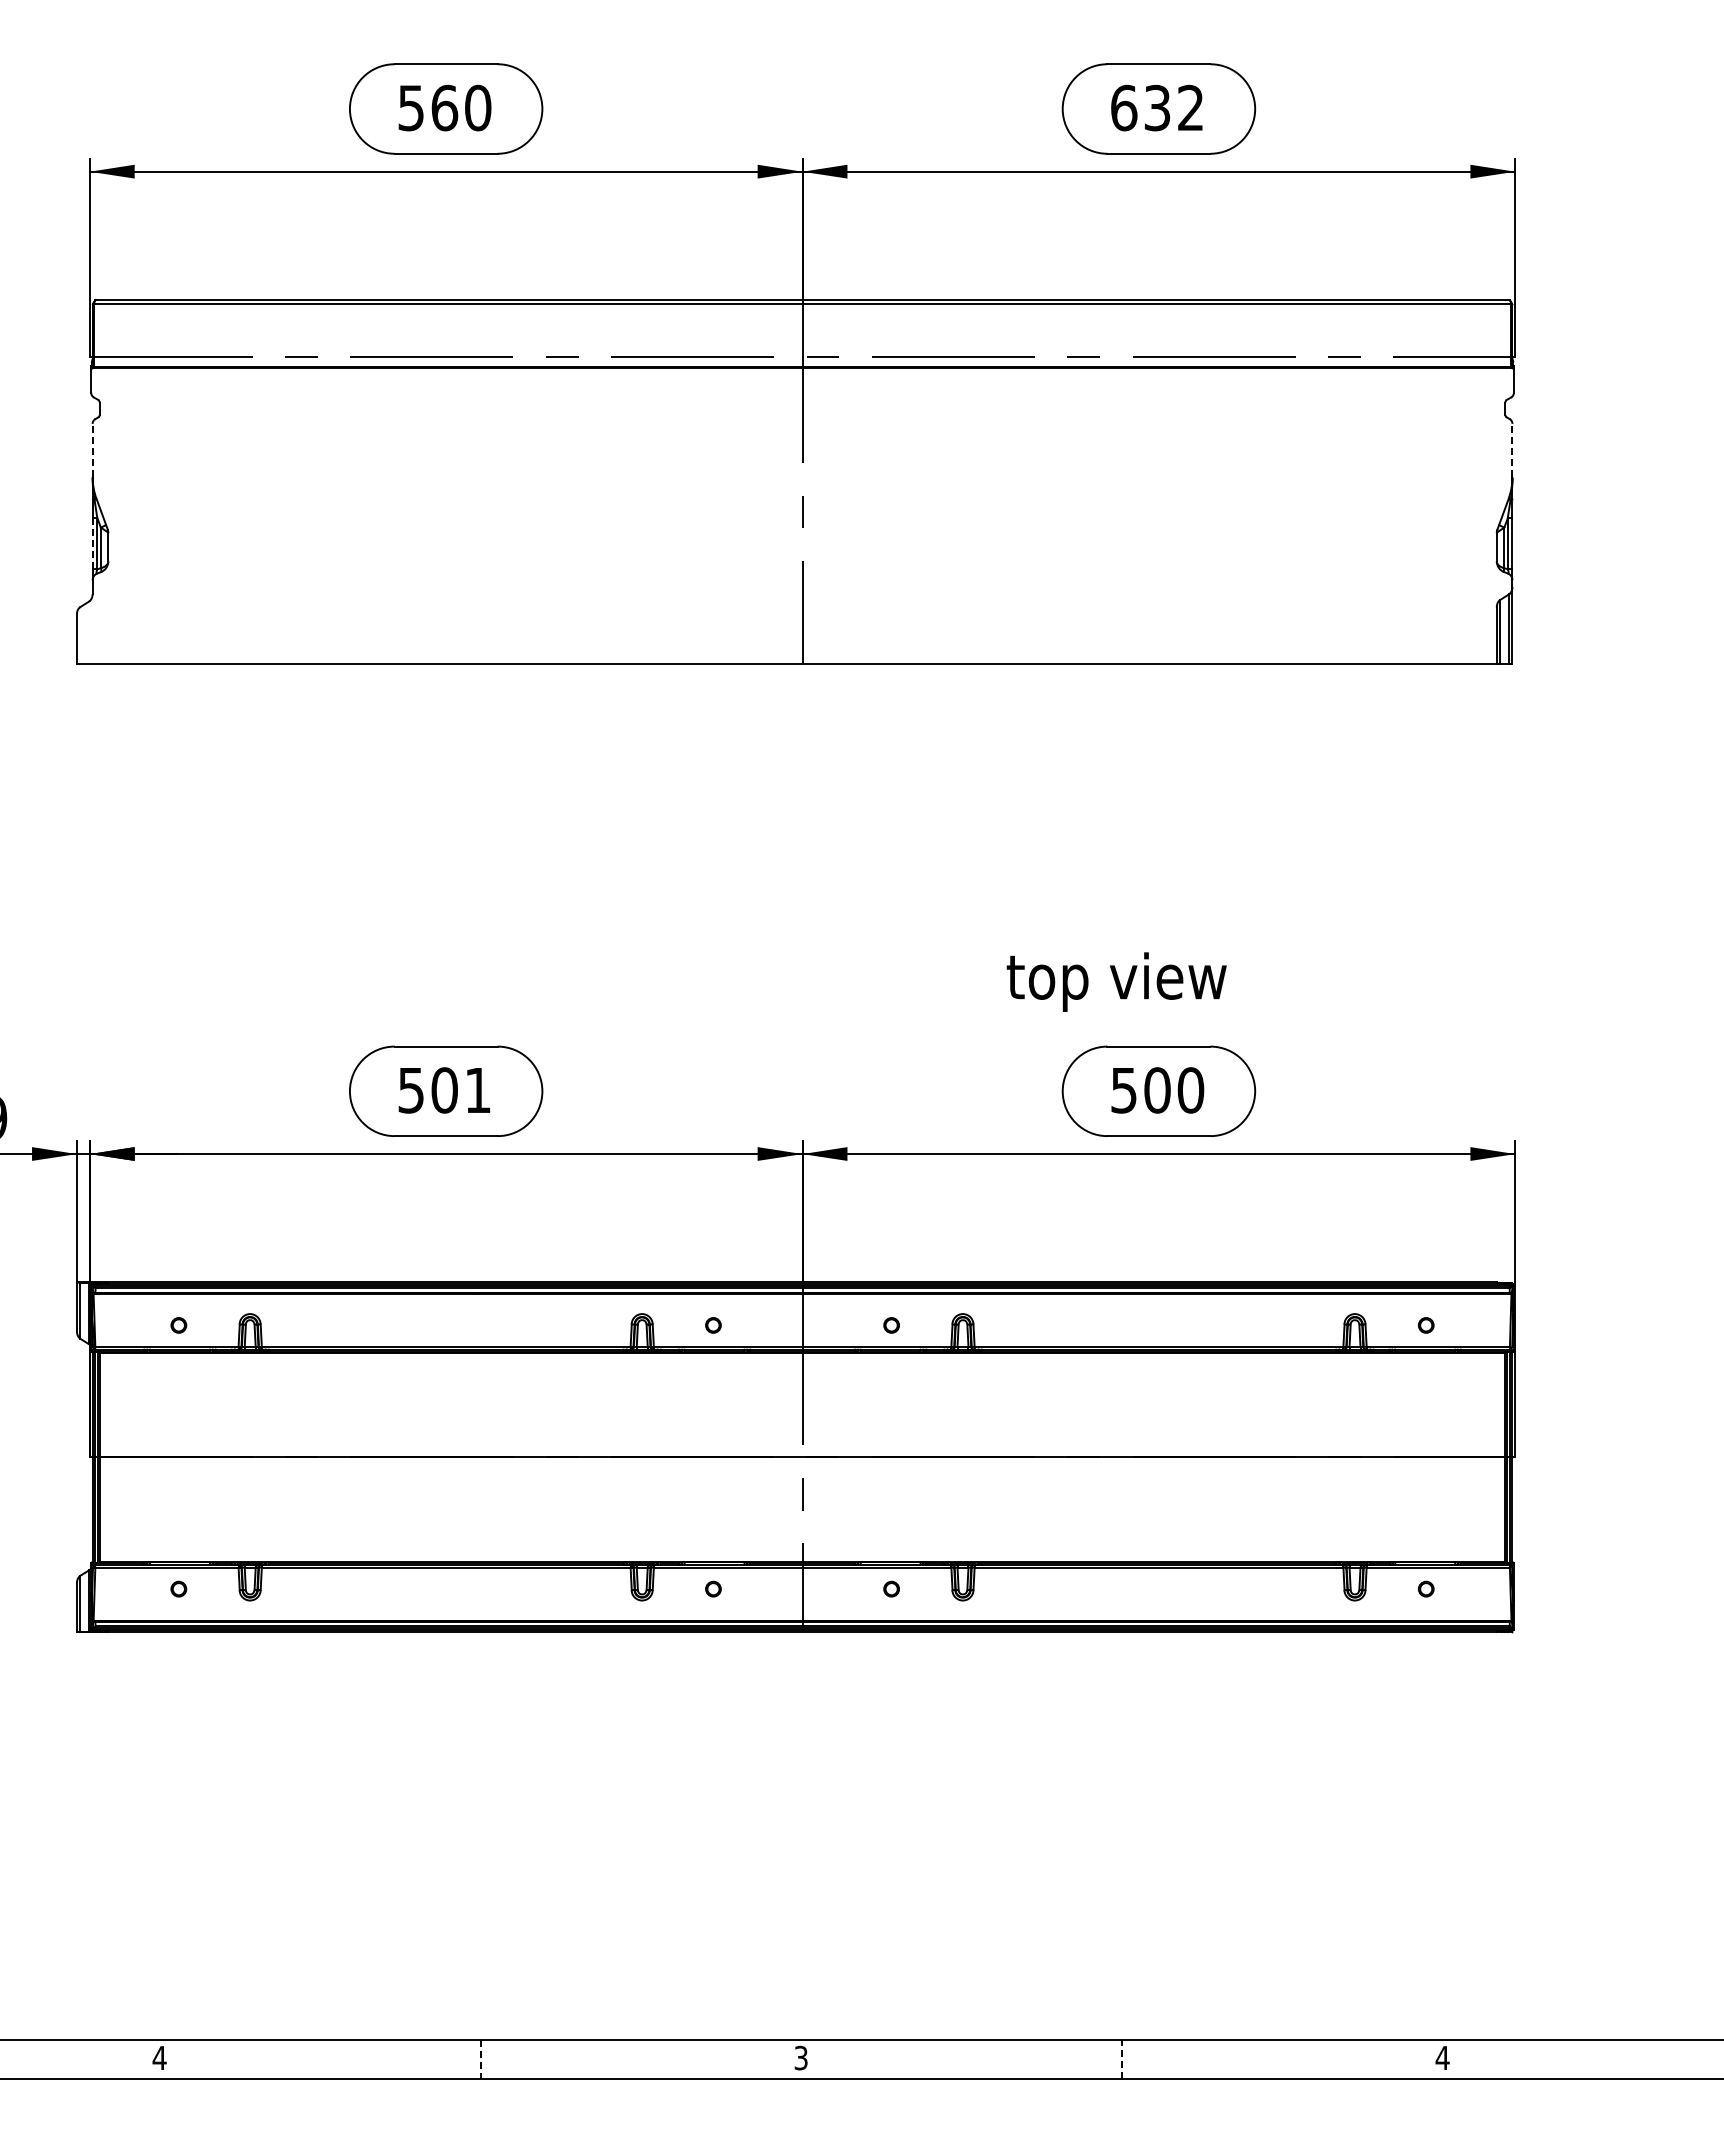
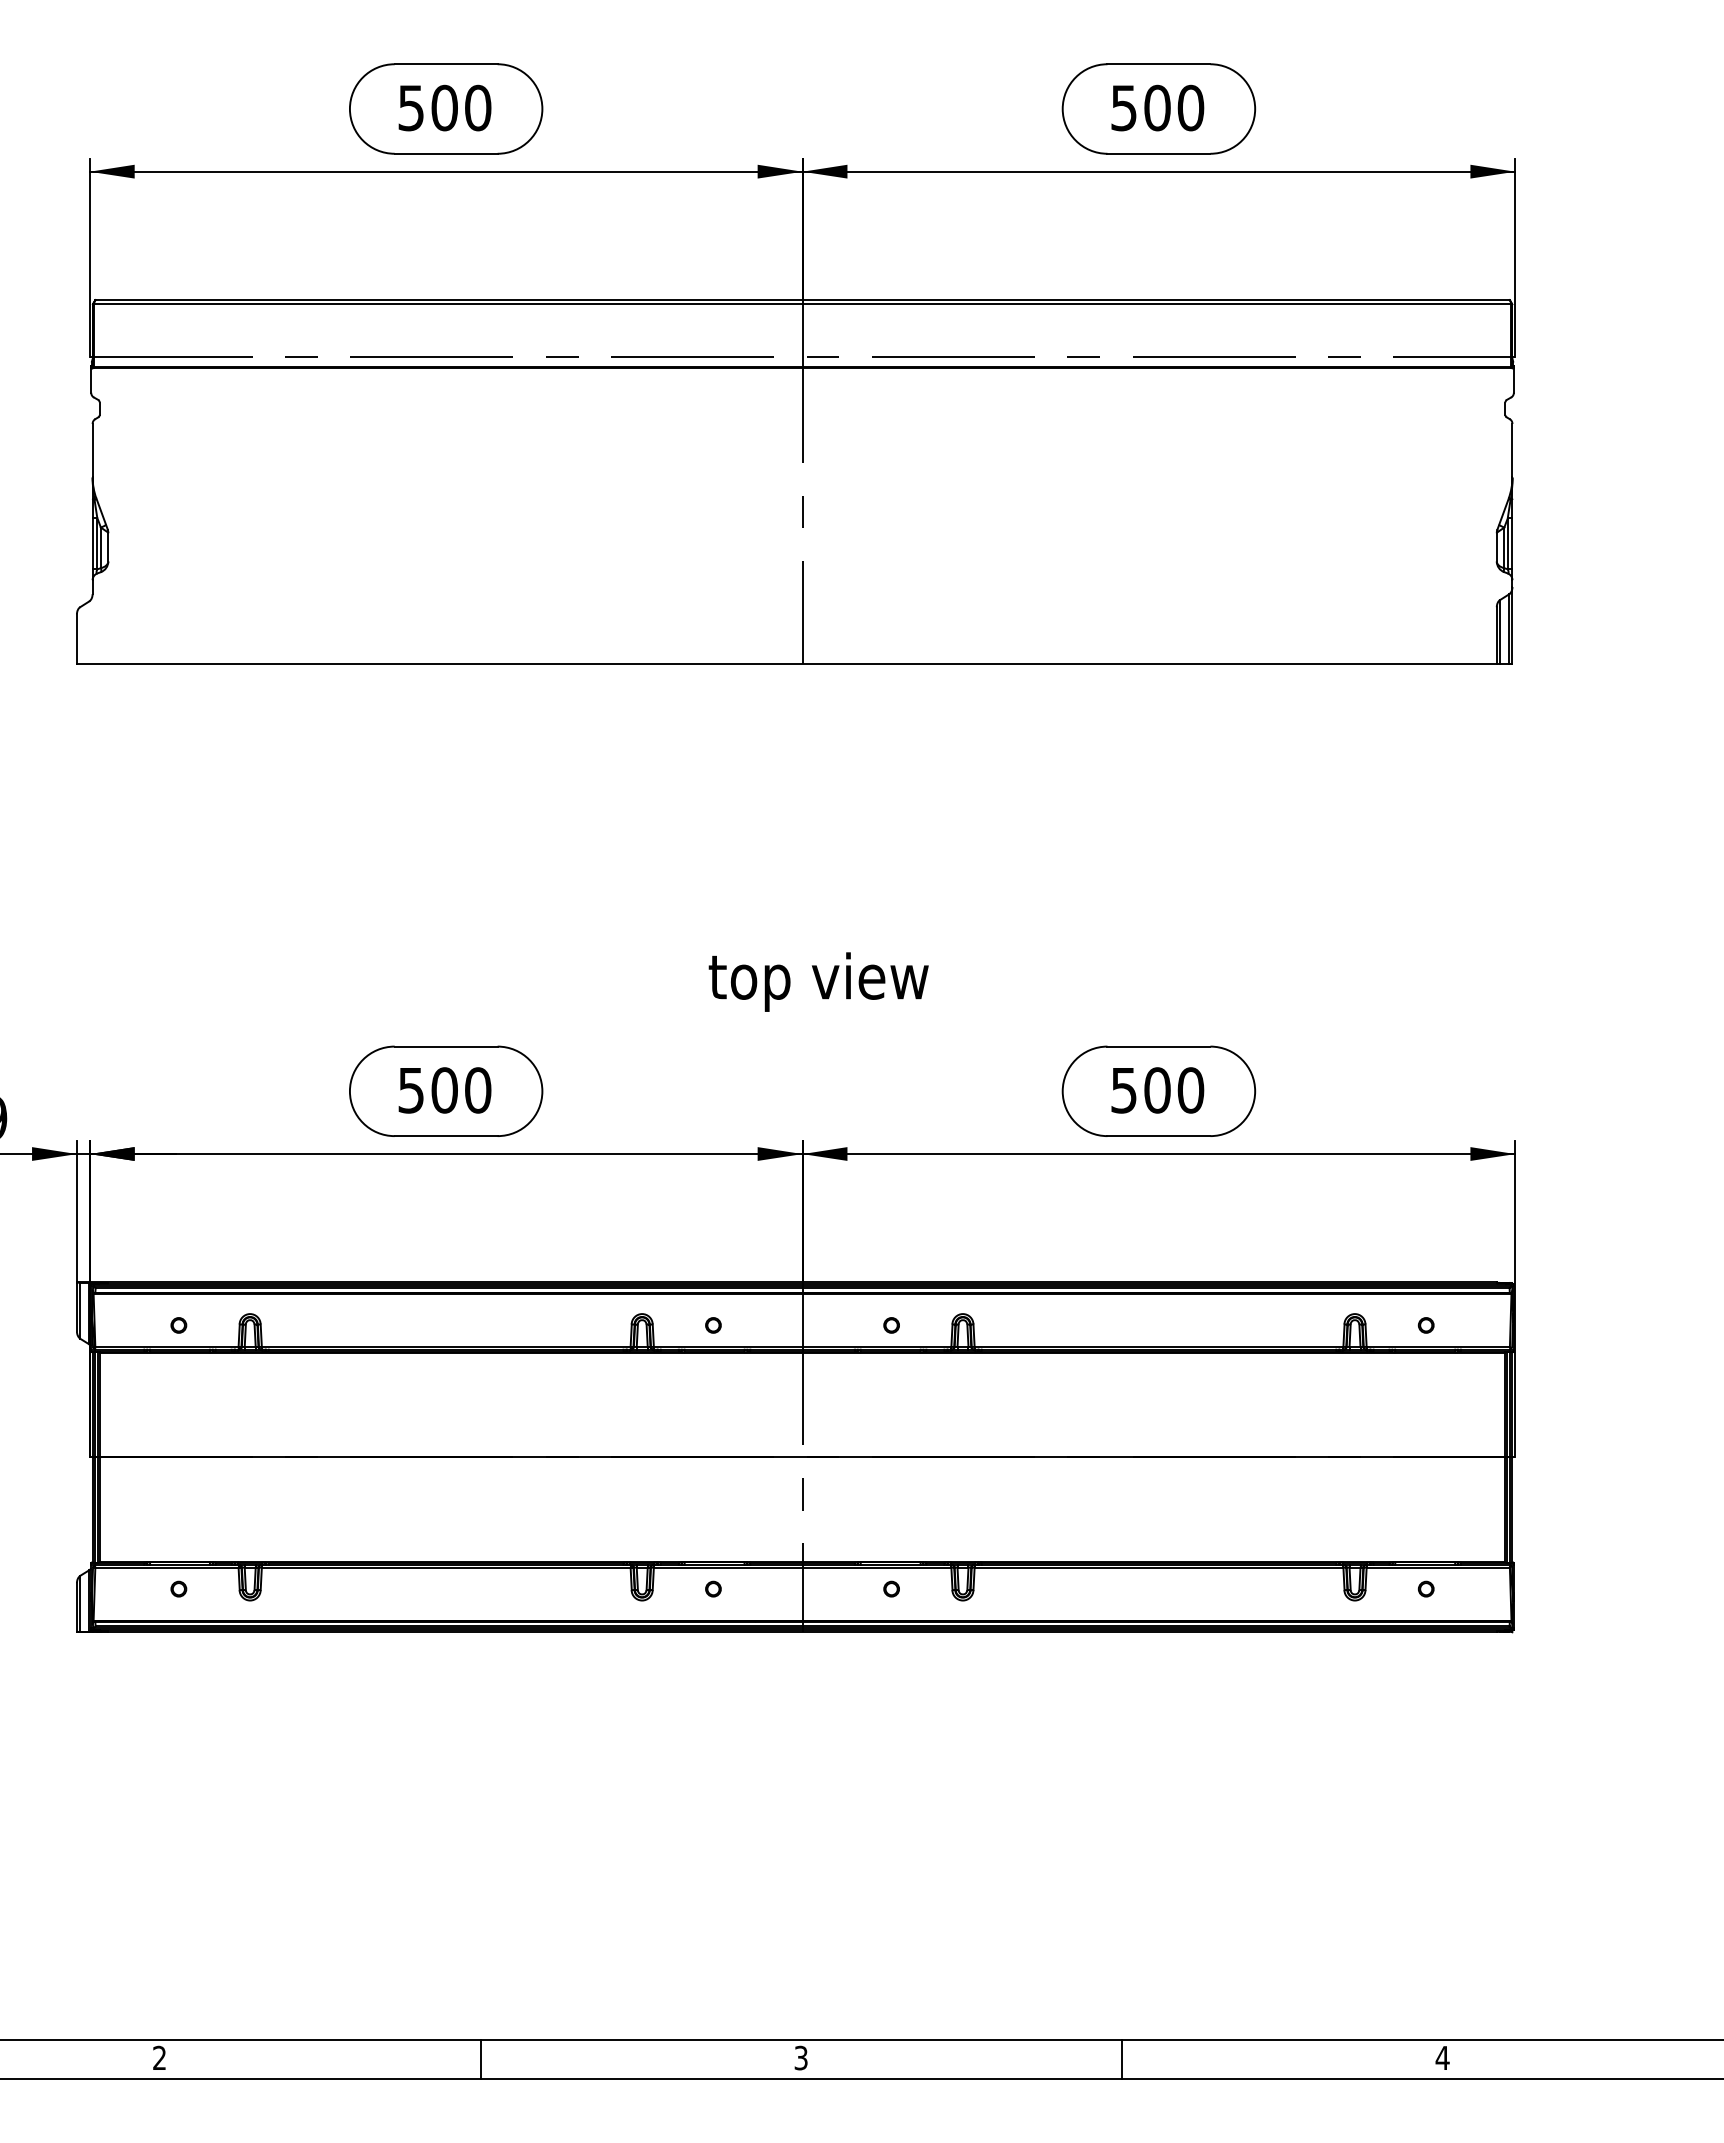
text at (444, 107): 560 -> 500
text at (1157, 107): 632 -> 500
line at (92, 450): dashed -> solid
line at (1512, 450): dashed -> solid
line at (92, 543): dashed -> solid
text at (1116, 981) position: (1116, 981) -> (818, 981)
text at (478, 1090): 501 -> 500
text at (159, 2057): 4 -> 2
line at (1122, 2058): dashed -> solid
line at (480, 2059): dashed -> solid
